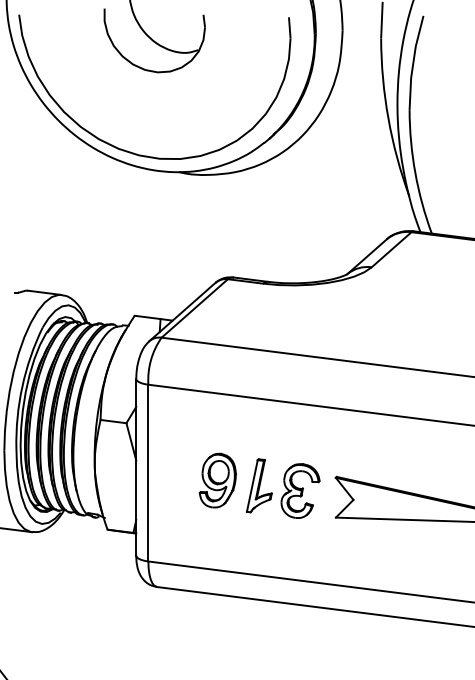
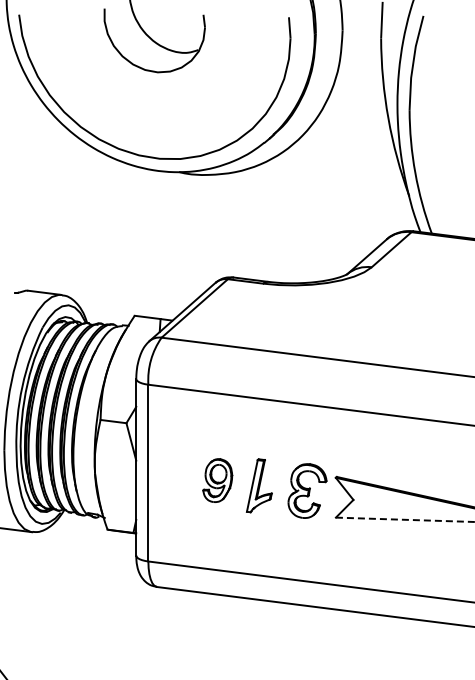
part at (217, 480) size: 39x57 px -> 32x45 px
part at (300, 490) position: (300, 490) -> (307, 490)
line at (405, 519): solid -> dashed
